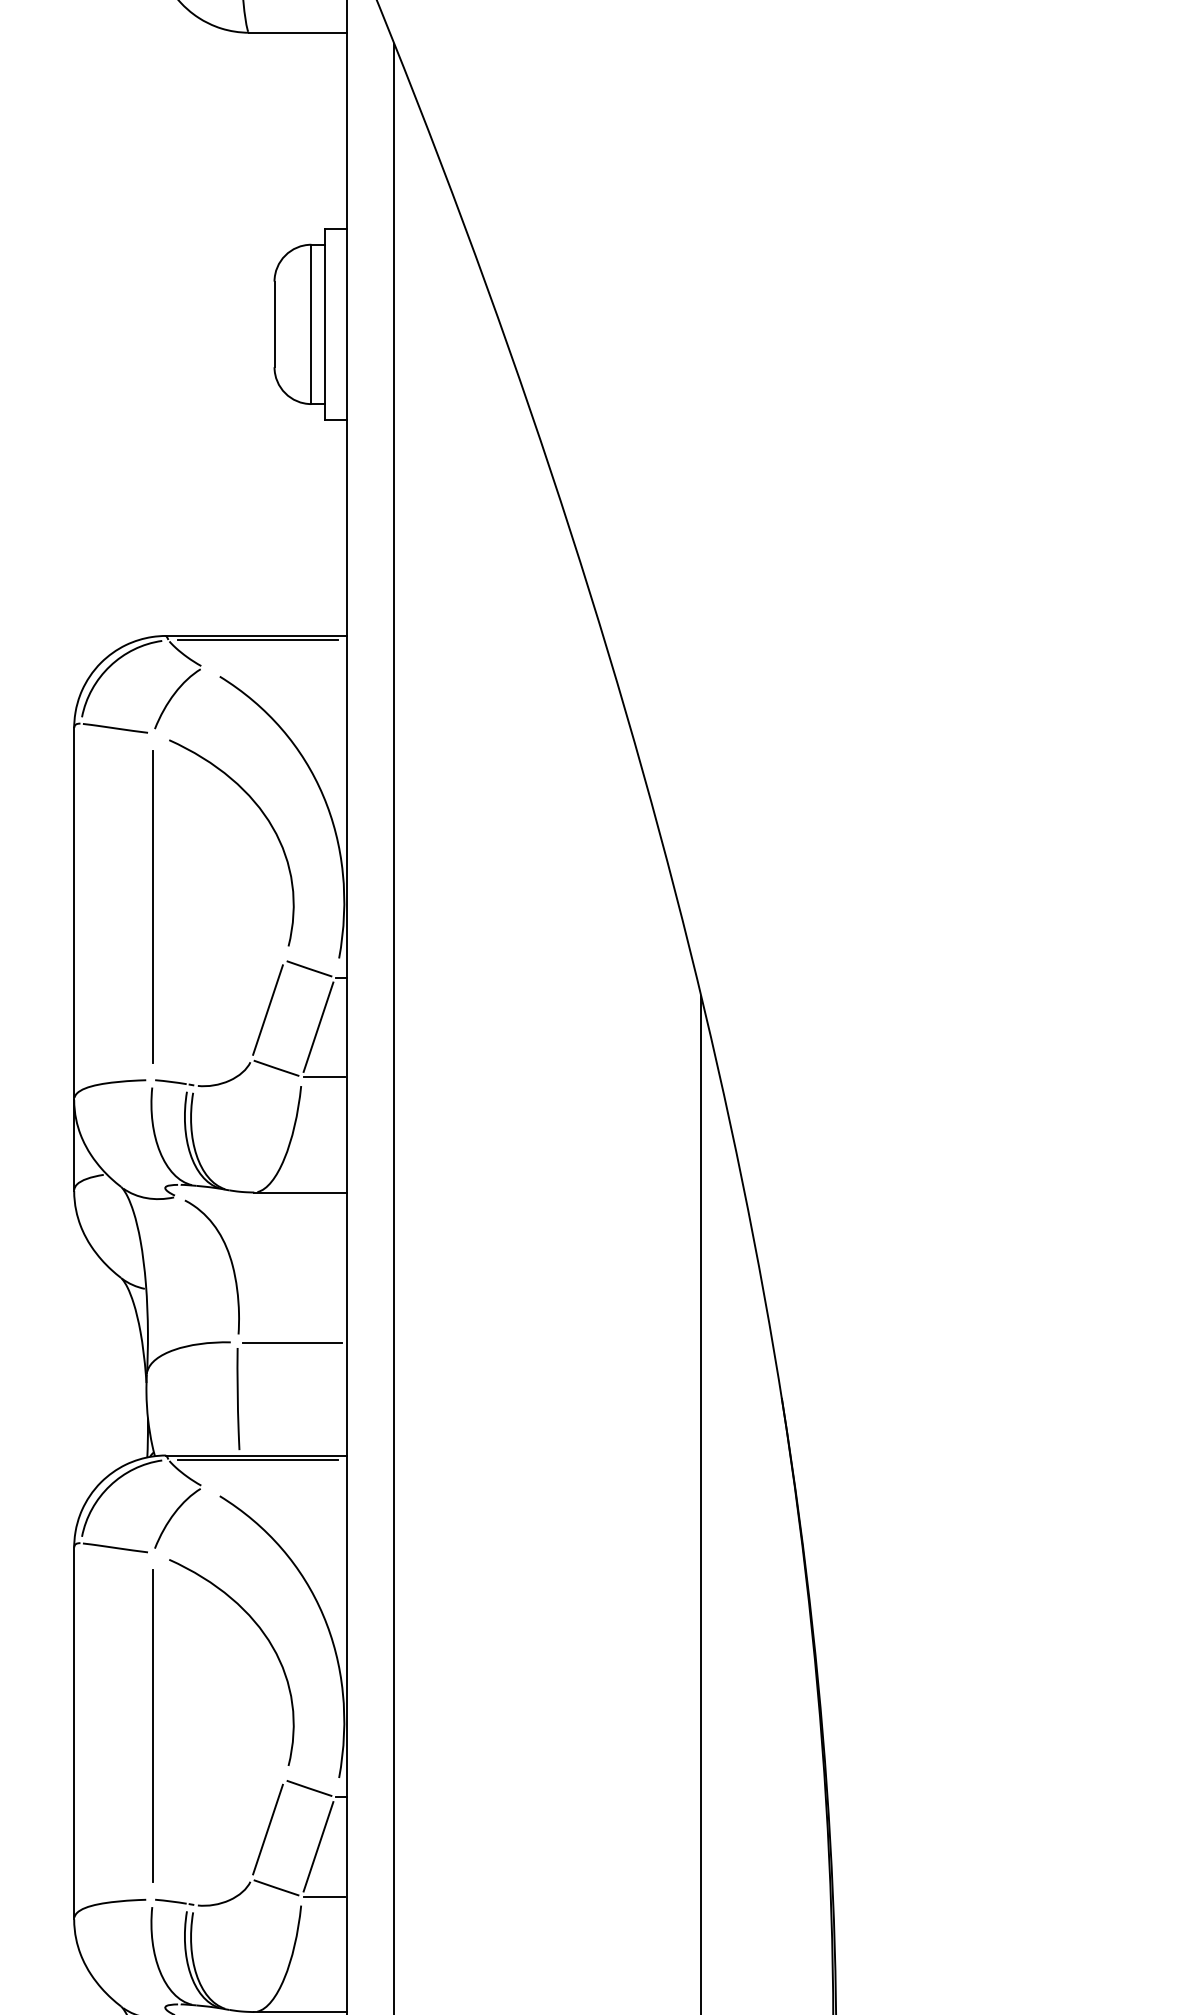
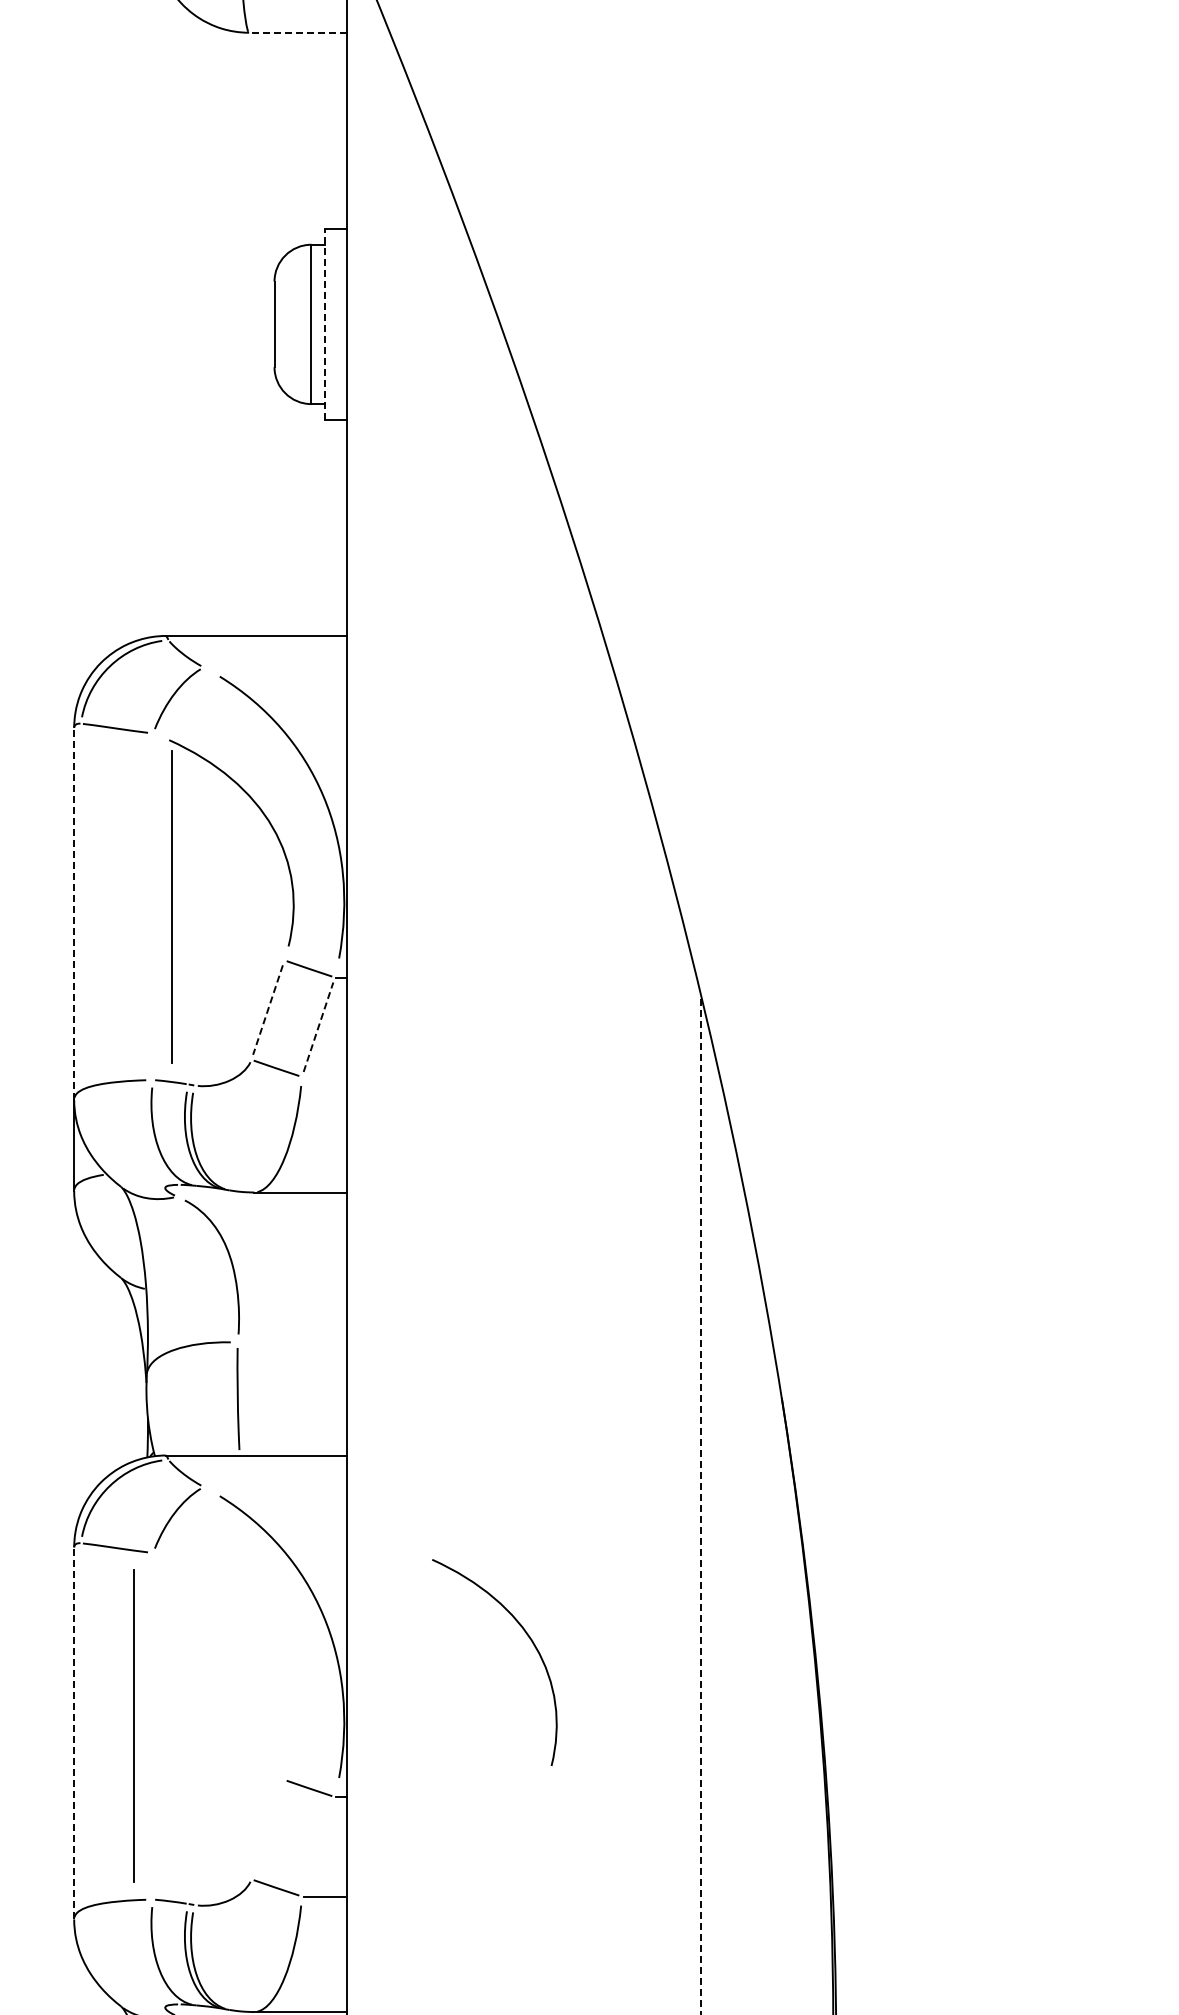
line at (297, 32): solid -> dashed
line at (324, 324): solid -> dashed
line at (257, 640): present -> none
line at (152, 906) position: (152, 906) -> (171, 906)
line at (74, 913): solid -> dashed
line at (267, 1010): solid -> dashed
line at (318, 1026): solid -> dashed
line at (394, 1027): present -> none
line at (324, 1076): present -> none
line at (292, 1342): present -> none
line at (257, 1459): present -> none
line at (701, 1504): solid -> dashed
curve at (264, 1636) position: (264, 1636) -> (527, 1636)
line at (152, 1725) position: (152, 1725) -> (133, 1725)
line at (74, 1733): solid -> dashed
line at (267, 1829): present -> none
line at (318, 1846): present -> none
